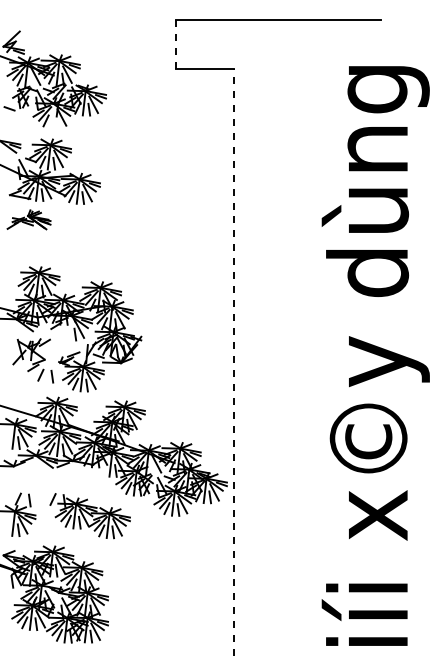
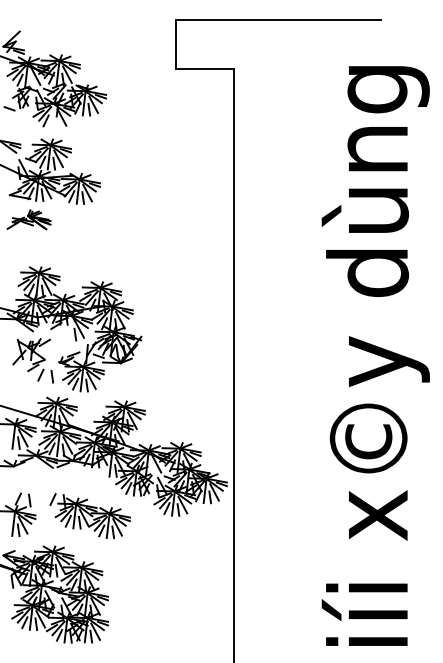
line at (176, 43): dashed -> solid
line at (234, 365): dashed -> solid
